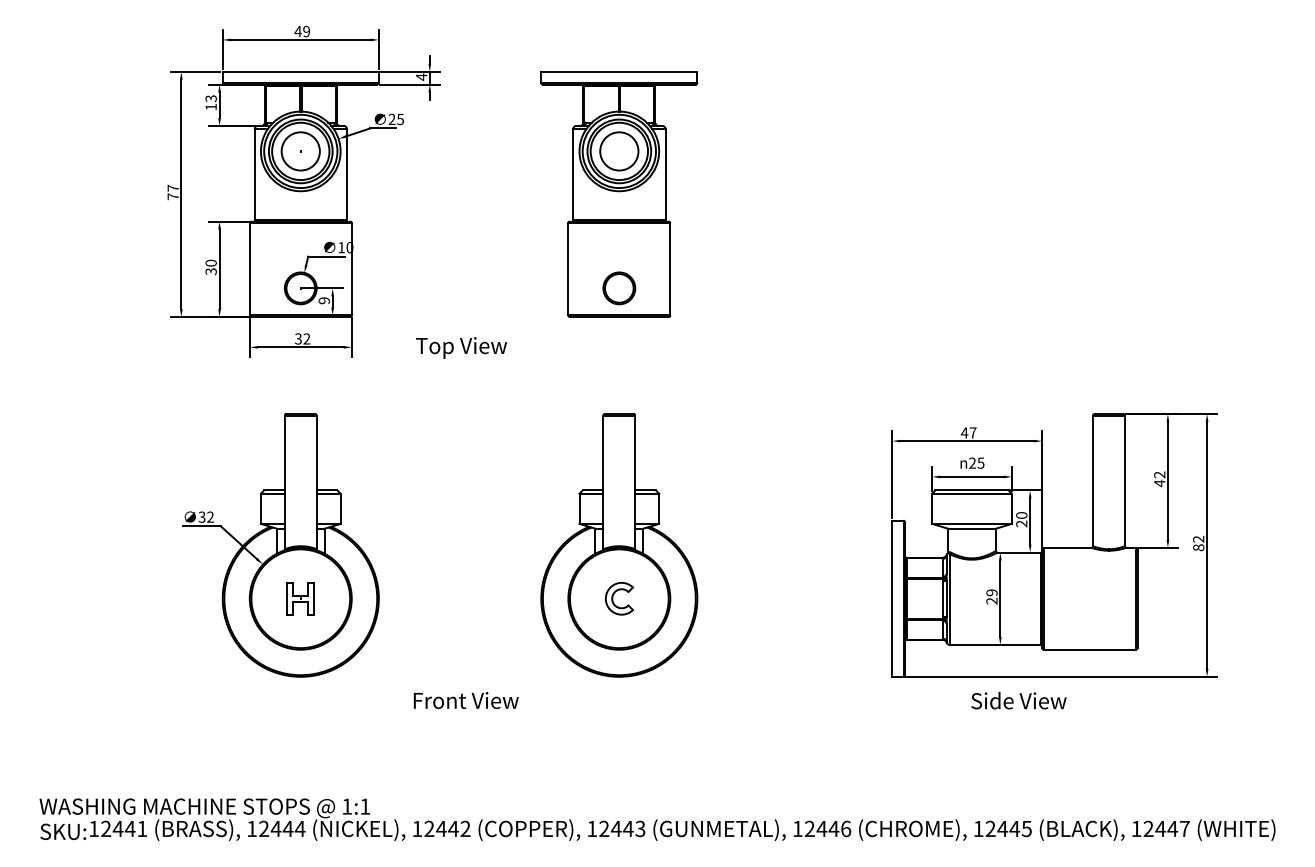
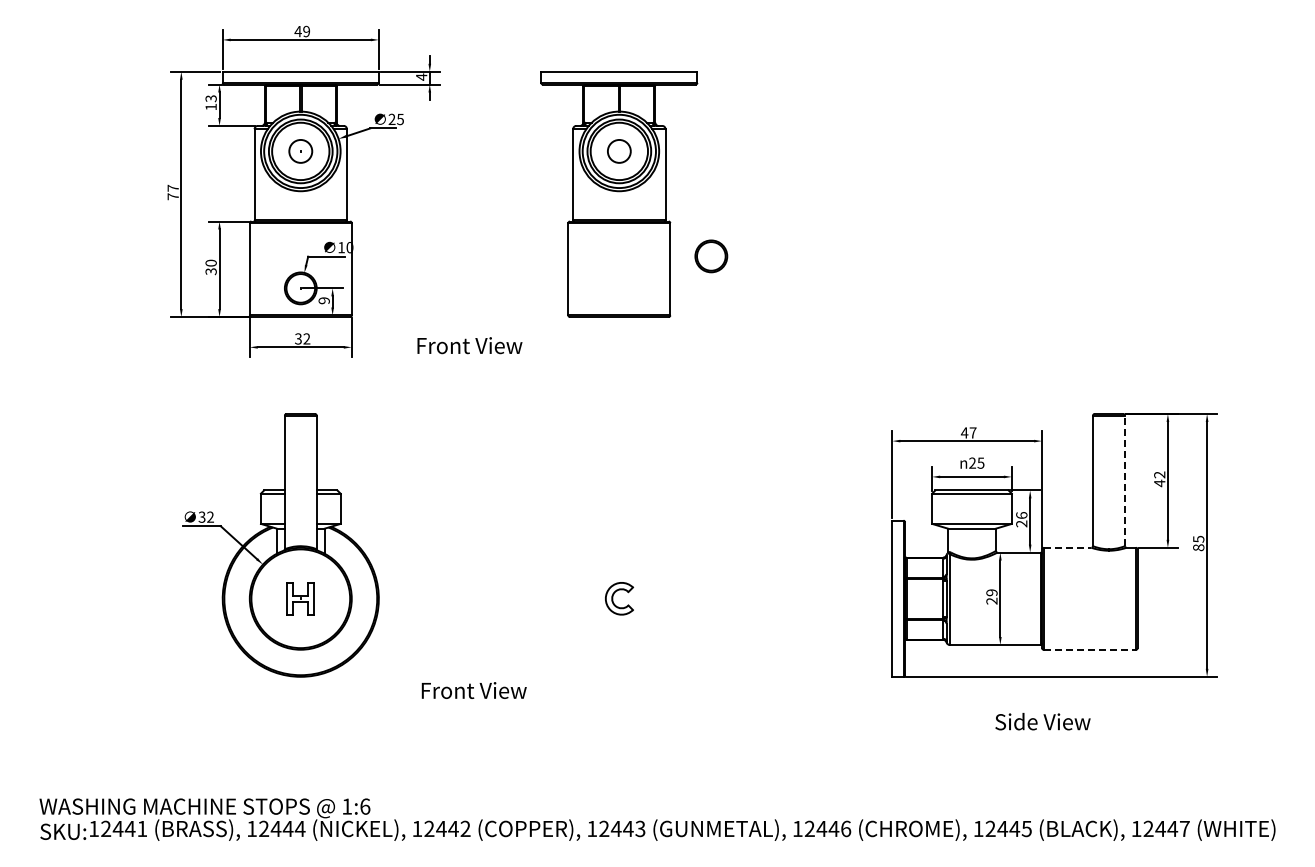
circle at (300, 151) diameter: 38 px -> 23 px
circle at (619, 151) diameter: 38 px -> 23 px
part at (619, 288) position: (619, 288) -> (711, 256)
text at (469, 347): Top View -> Front View
line at (1124, 480): solid -> dashed
text at (1021, 515): 20 -> 26
text at (1198, 538): 82 -> 85
part at (619, 545): present -> none
line at (1067, 547): solid -> dashed
line at (1090, 649): solid -> dashed
text at (465, 700) position: (465, 700) -> (473, 690)
text at (1018, 700) position: (1018, 700) -> (1042, 721)
text at (365, 806): 1:1 -> 1:6
